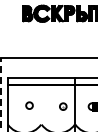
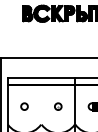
line at (0, 94): dashed -> solid
circle at (29, 105) position: (29, 105) -> (24, 106)
part at (63, 106) position: (63, 106) -> (58, 106)
